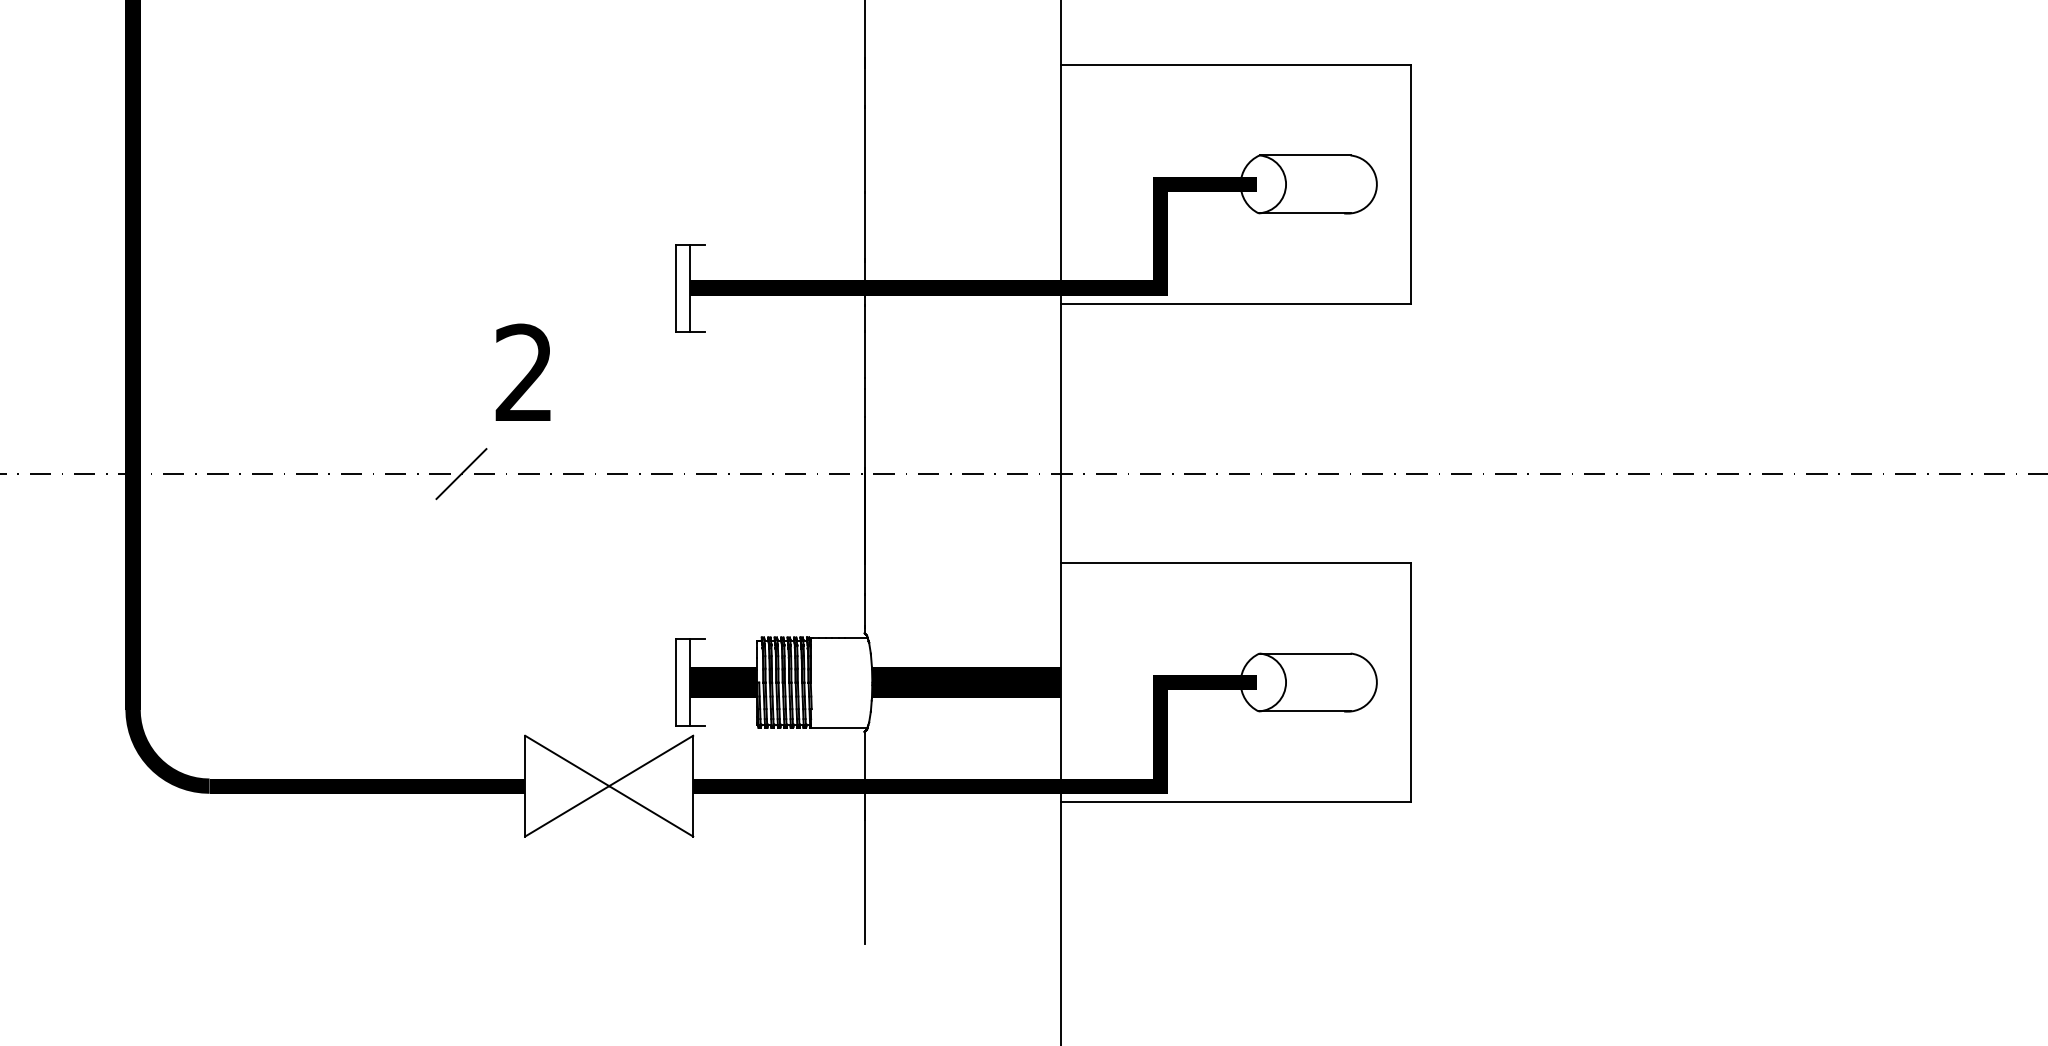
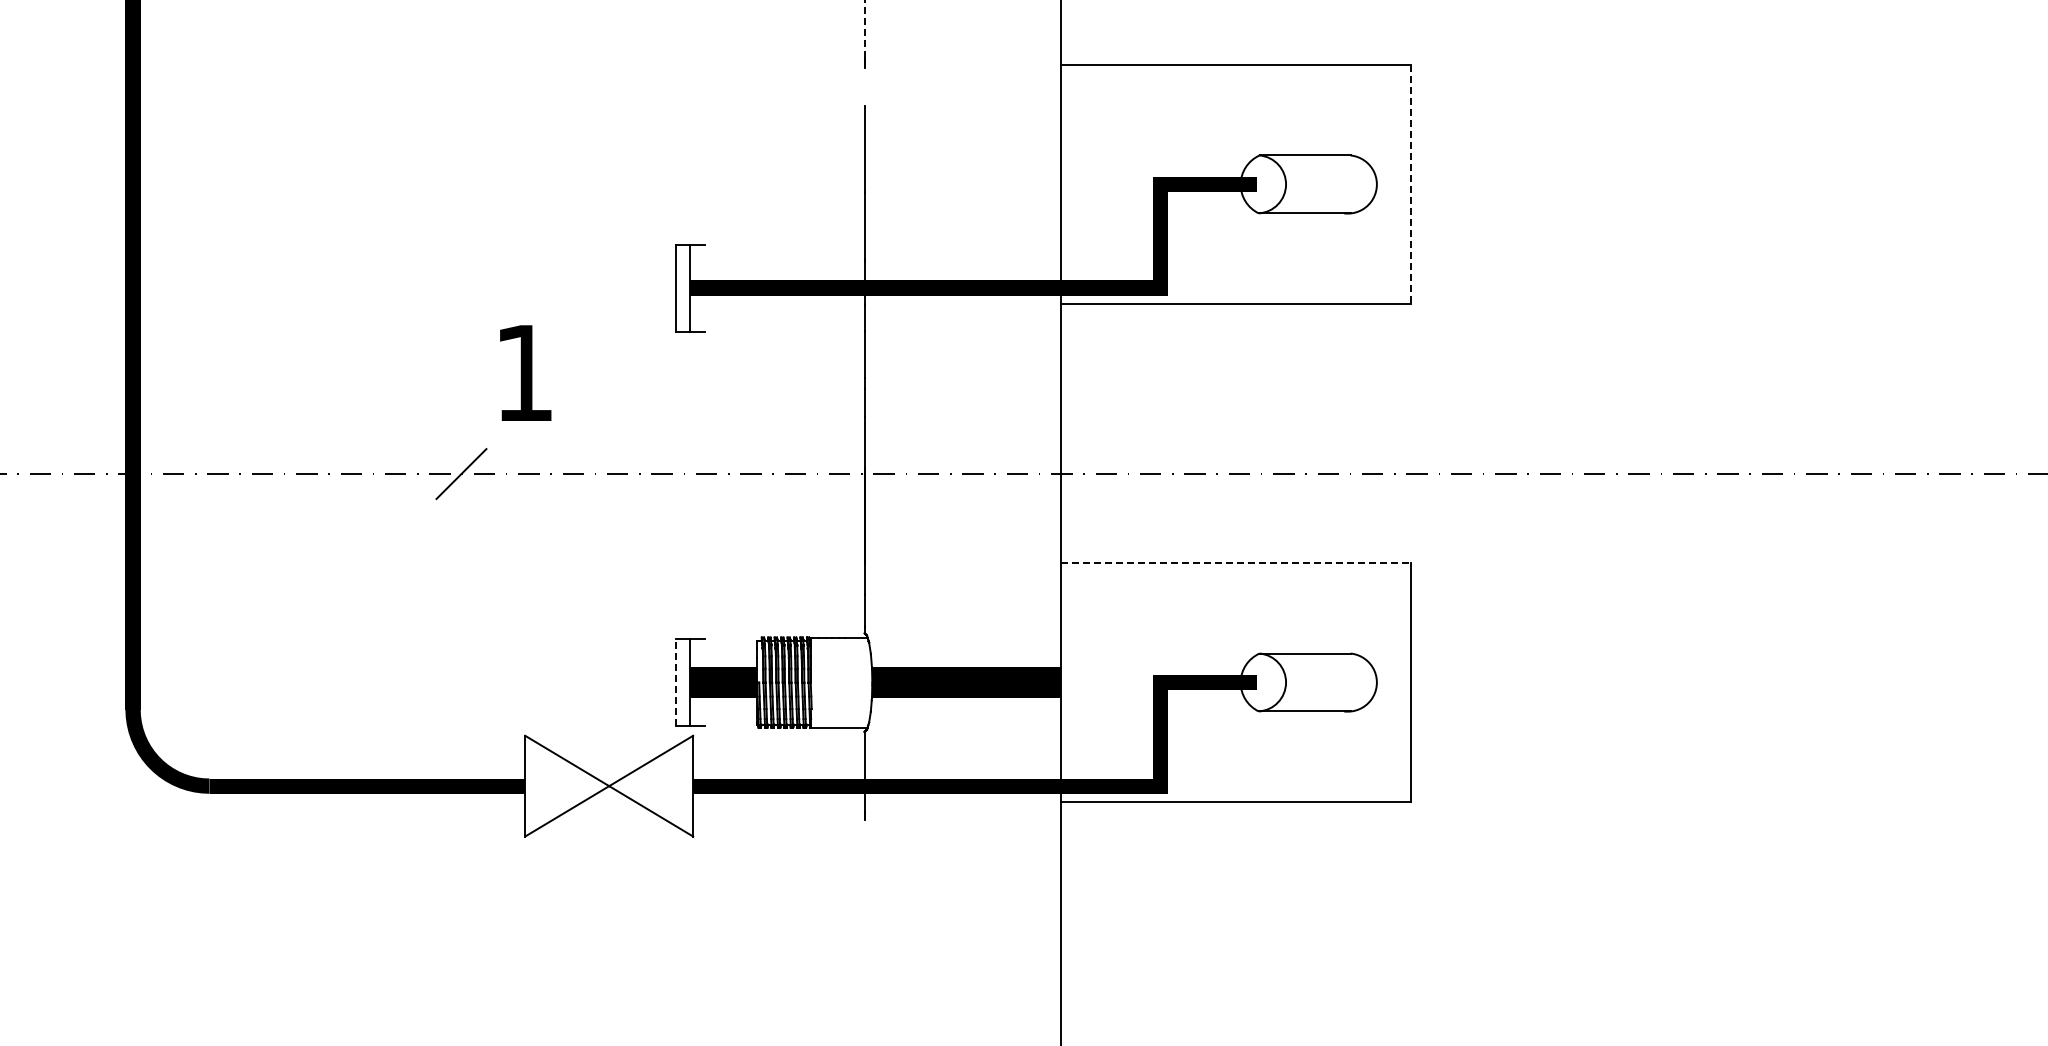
line at (864, 28): solid -> dashed
line at (864, 87): present -> none
line at (1411, 184): solid -> dashed
text at (523, 371): 2 -> 1
line at (1236, 562): solid -> dashed
line at (675, 682): solid -> dashed
line at (864, 881): present -> none
